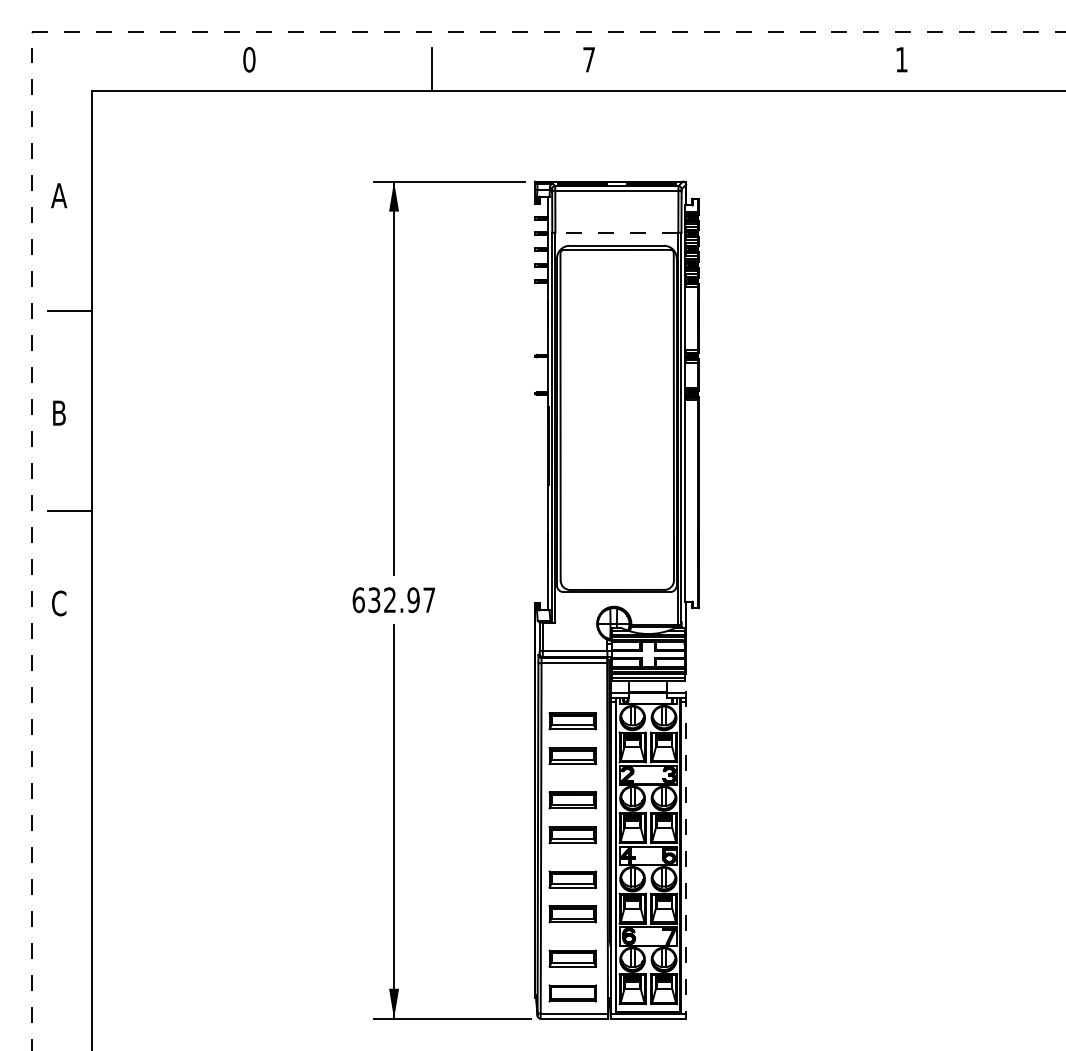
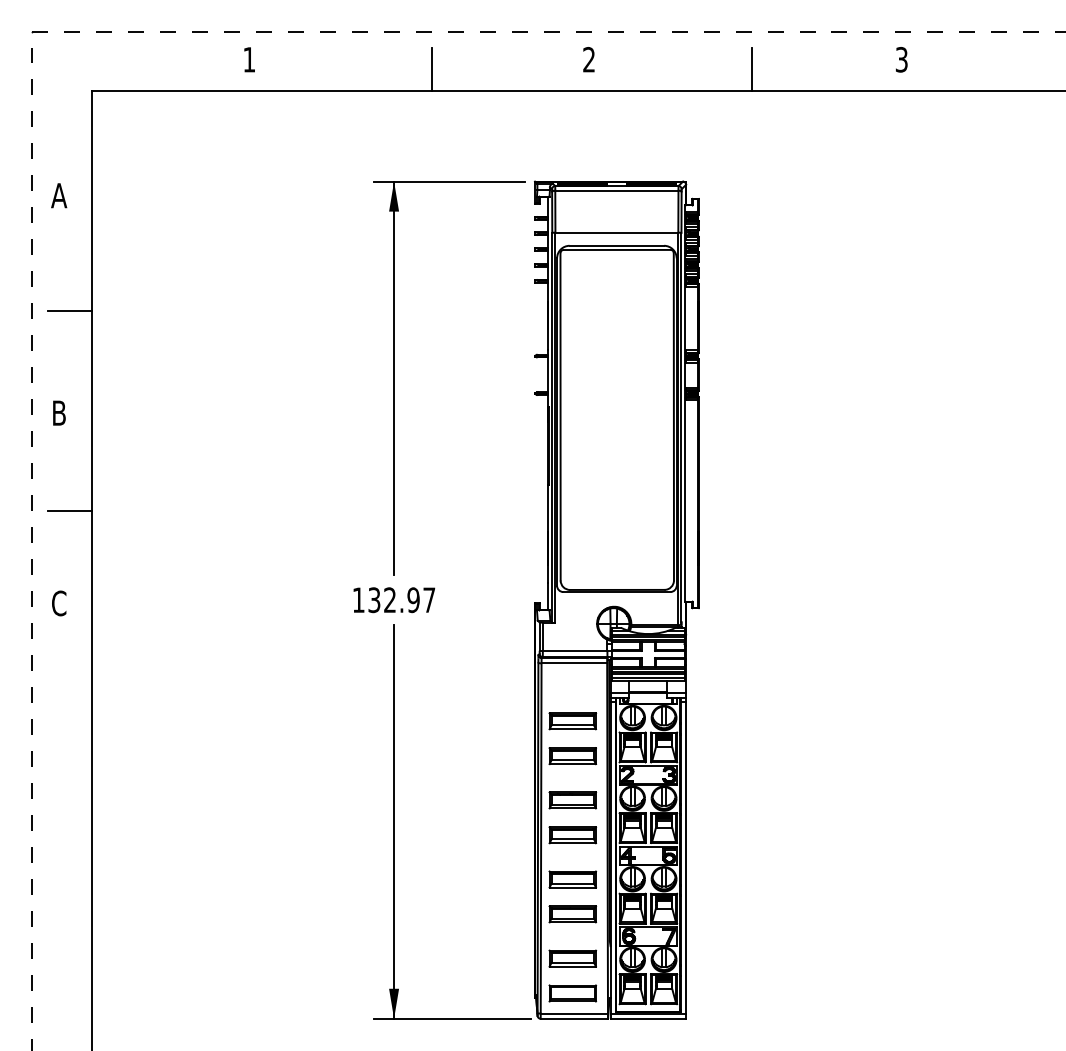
text at (249, 59): 0 -> 1
text at (588, 59): 7 -> 2
text at (901, 59): 1 -> 3
line at (751, 69): none -> present
line at (616, 232): dashed -> solid
text at (358, 600): 632.97 -> 132.97
line at (686, 839): dashed -> solid
